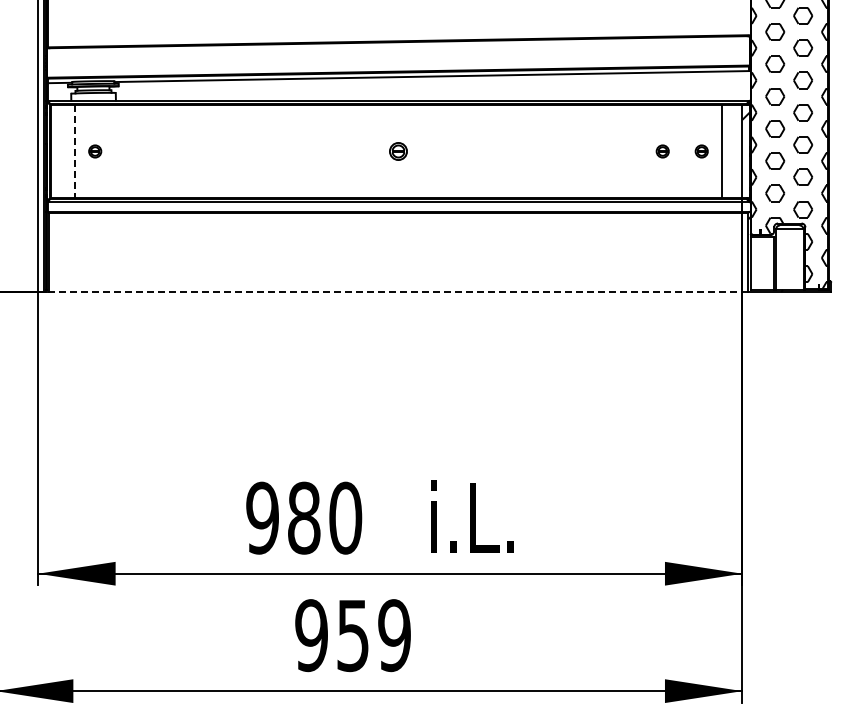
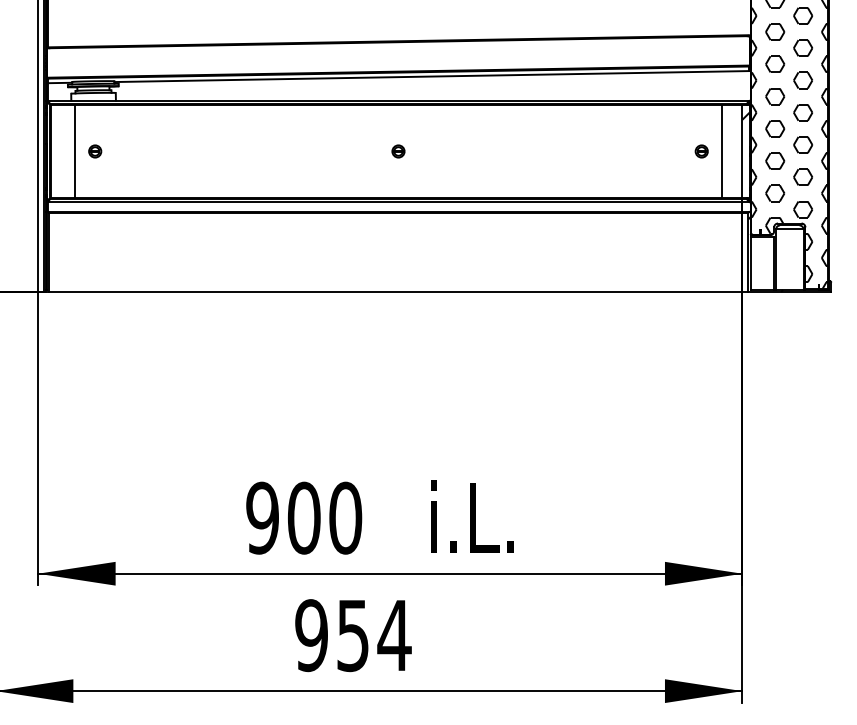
part at (398, 151) size: 19x19 px -> 15x15 px
part at (662, 151): present -> none
line at (74, 152): dashed -> solid
line at (398, 291): dashed -> solid
text at (303, 518): 980 -> 900
text at (394, 635): 959 -> 954
